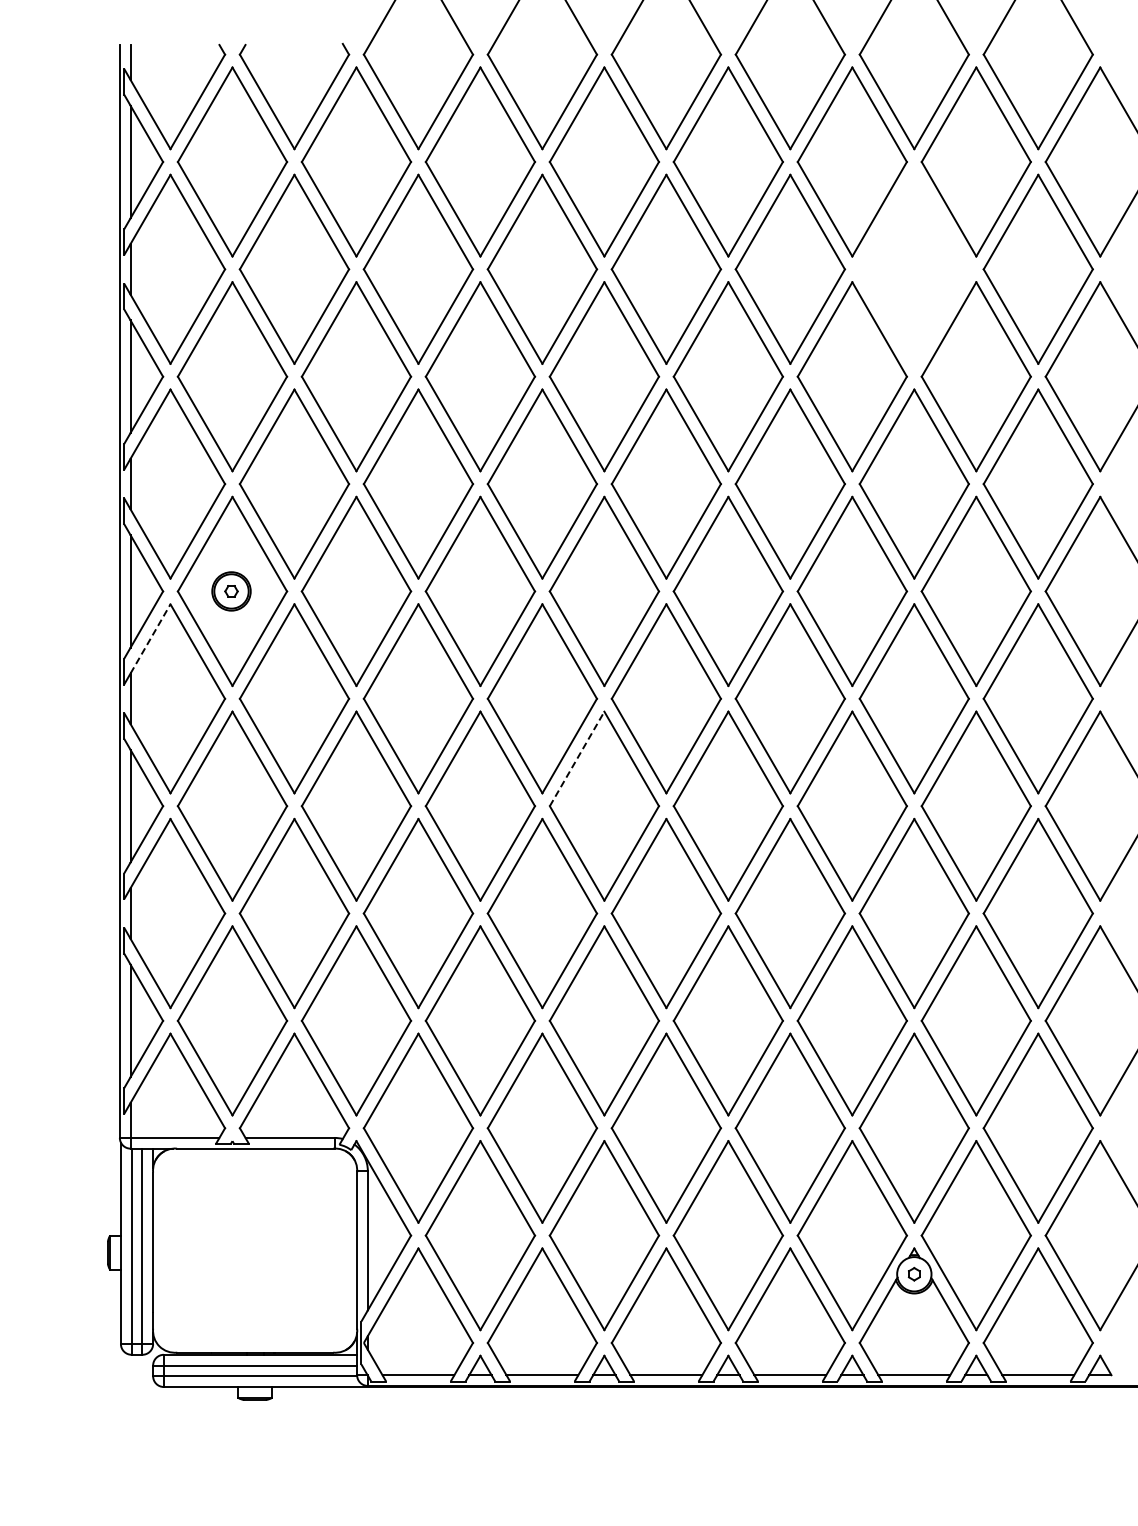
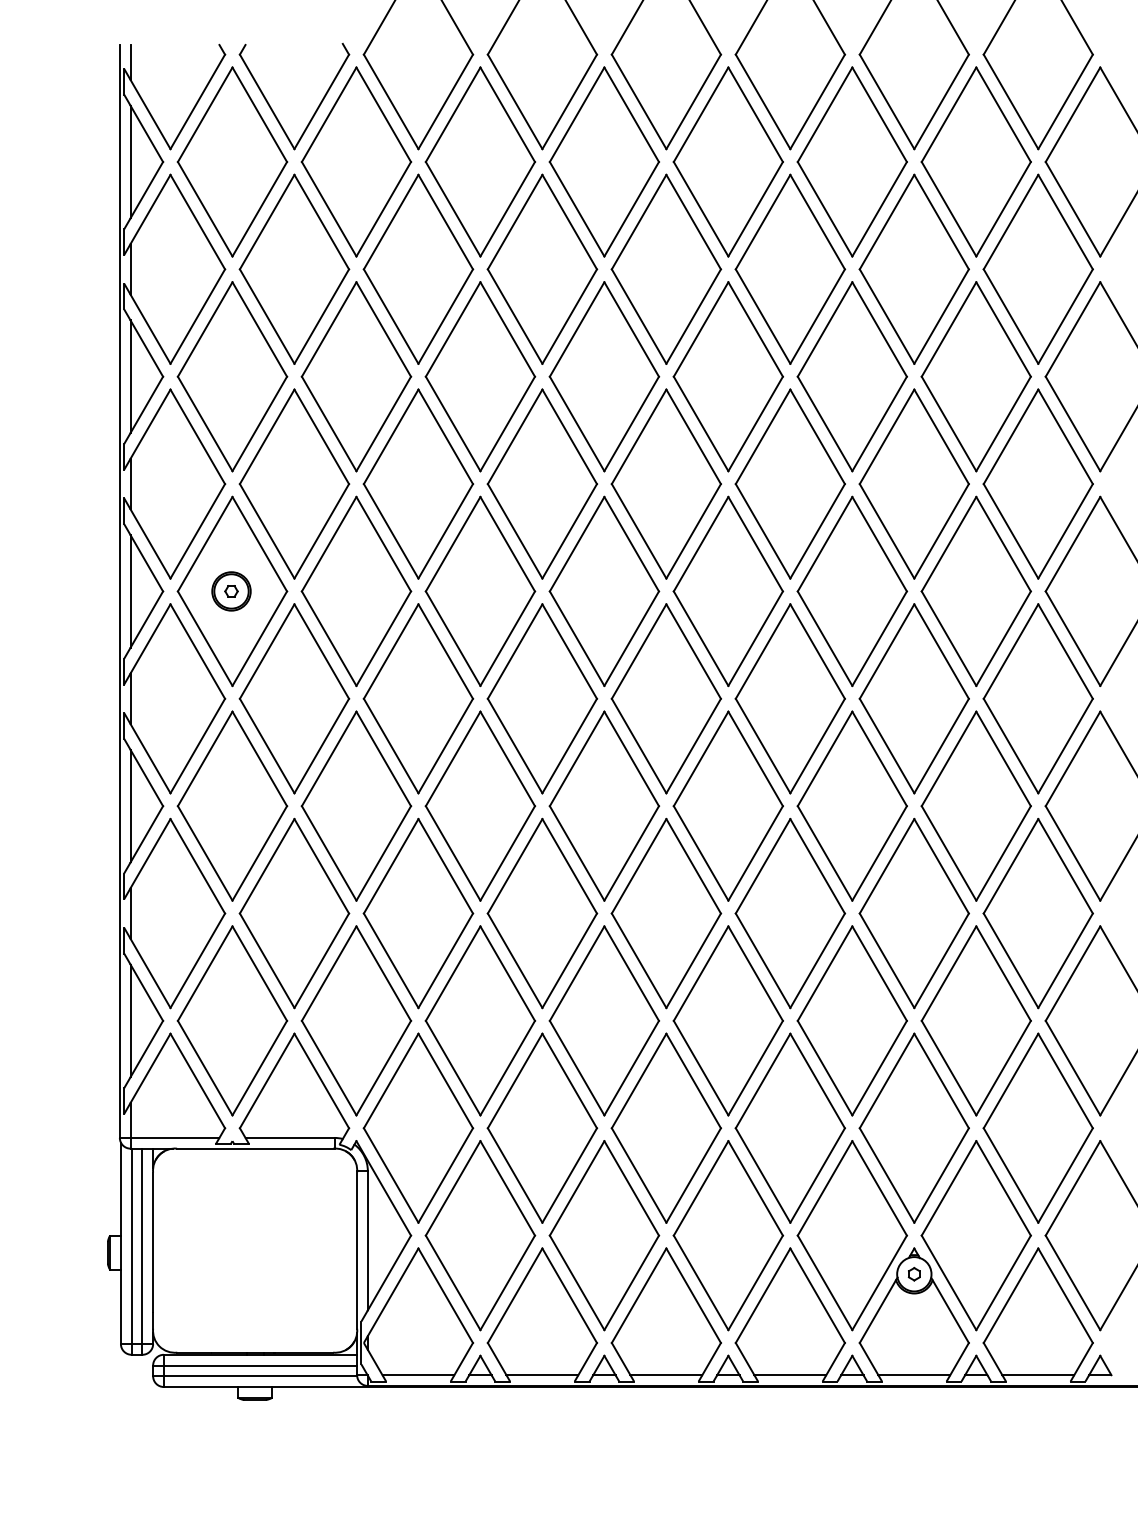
part at (913, 268): none -> present
line at (150, 638): dashed -> solid
line at (577, 758): dashed -> solid
